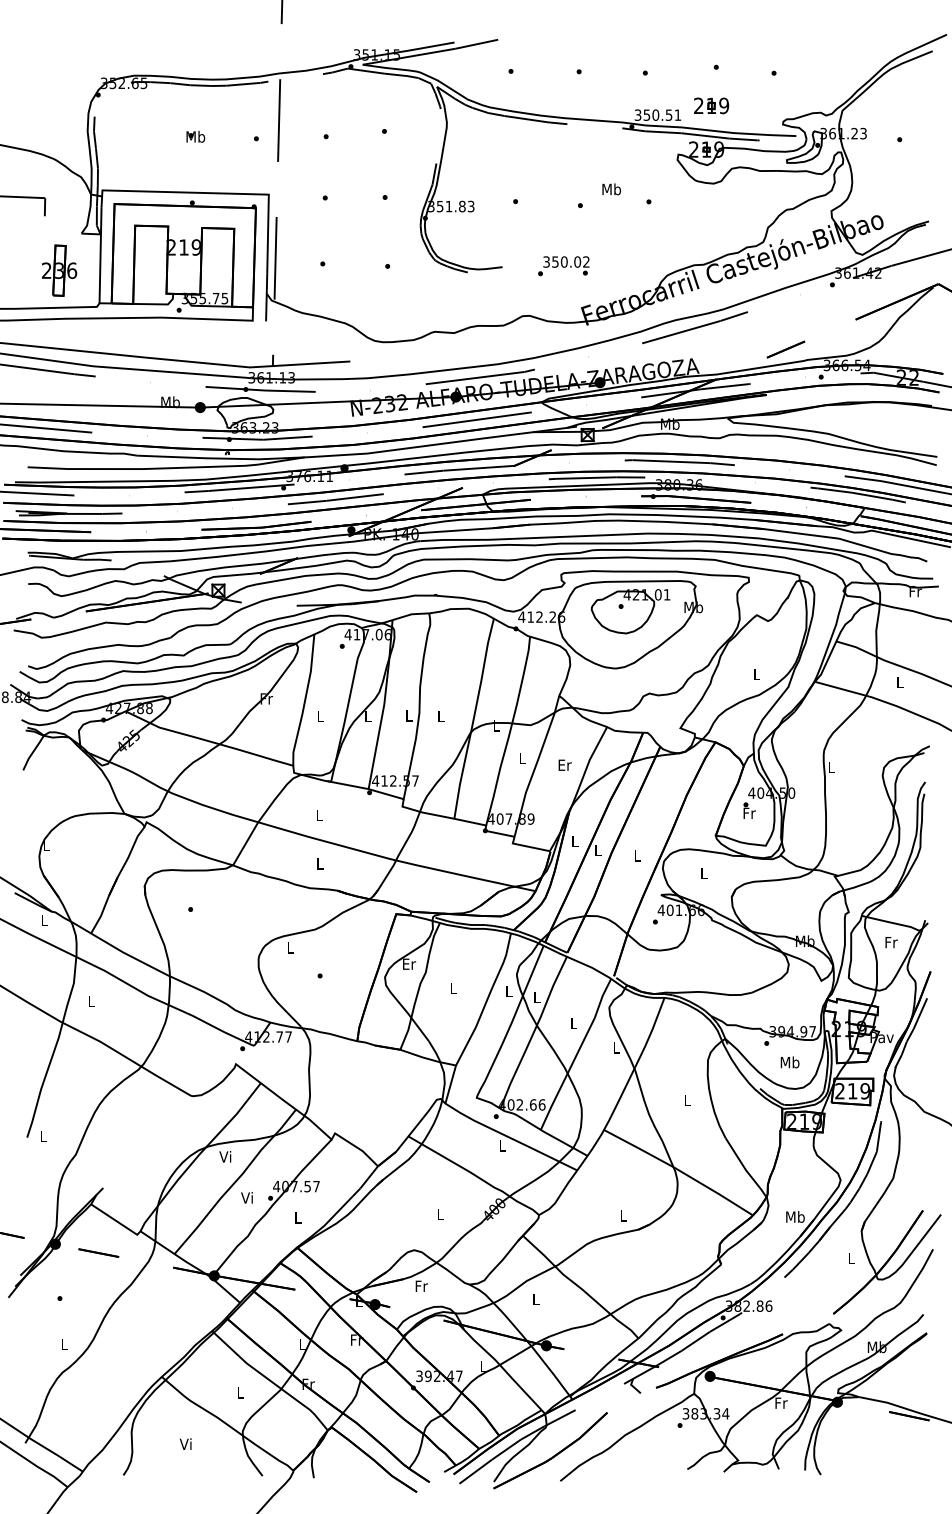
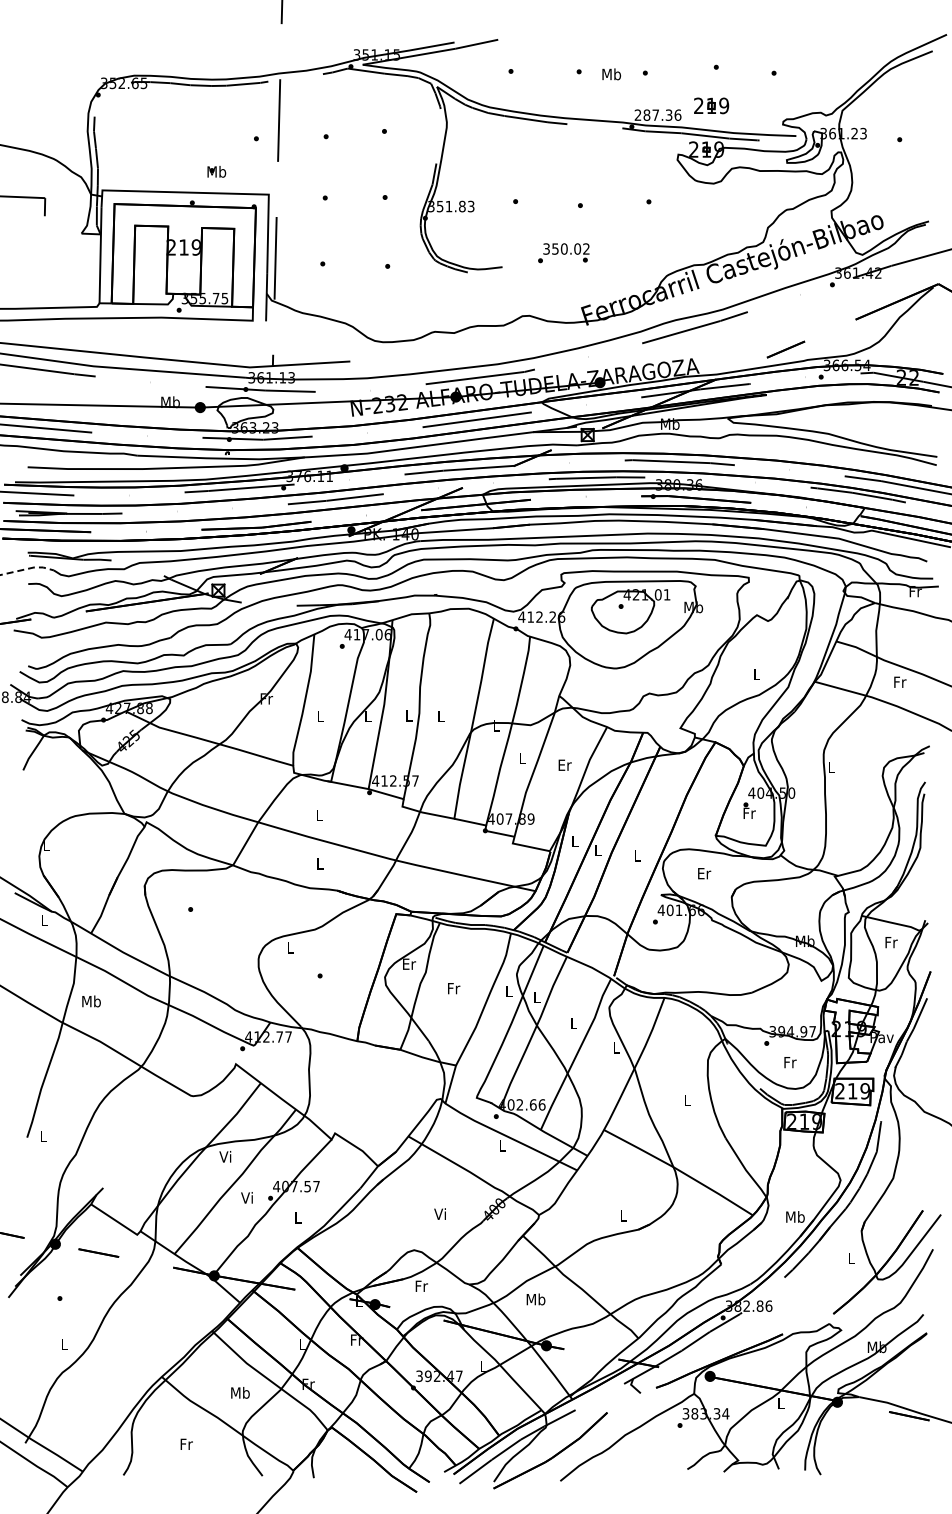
text at (657, 114): 350.51 -> 287.36
text at (195, 136) position: (195, 136) -> (216, 171)
text at (611, 189) position: (611, 189) -> (611, 74)
text at (563, 266) position: (563, 266) -> (563, 253)
part at (59, 270): present -> none
line at (28, 568): solid -> dashed
text at (900, 681): L -> Fr
text at (704, 873): L -> Er
text at (454, 988): L -> Fr
text at (91, 1001): L -> Mb
text at (789, 1062): Mb -> Fr
text at (439, 1213): L -> Vi
text at (535, 1299): L -> Mb
text at (240, 1392): L -> Mb
text at (781, 1402): Fr -> L
text at (185, 1443): Vi -> Fr
